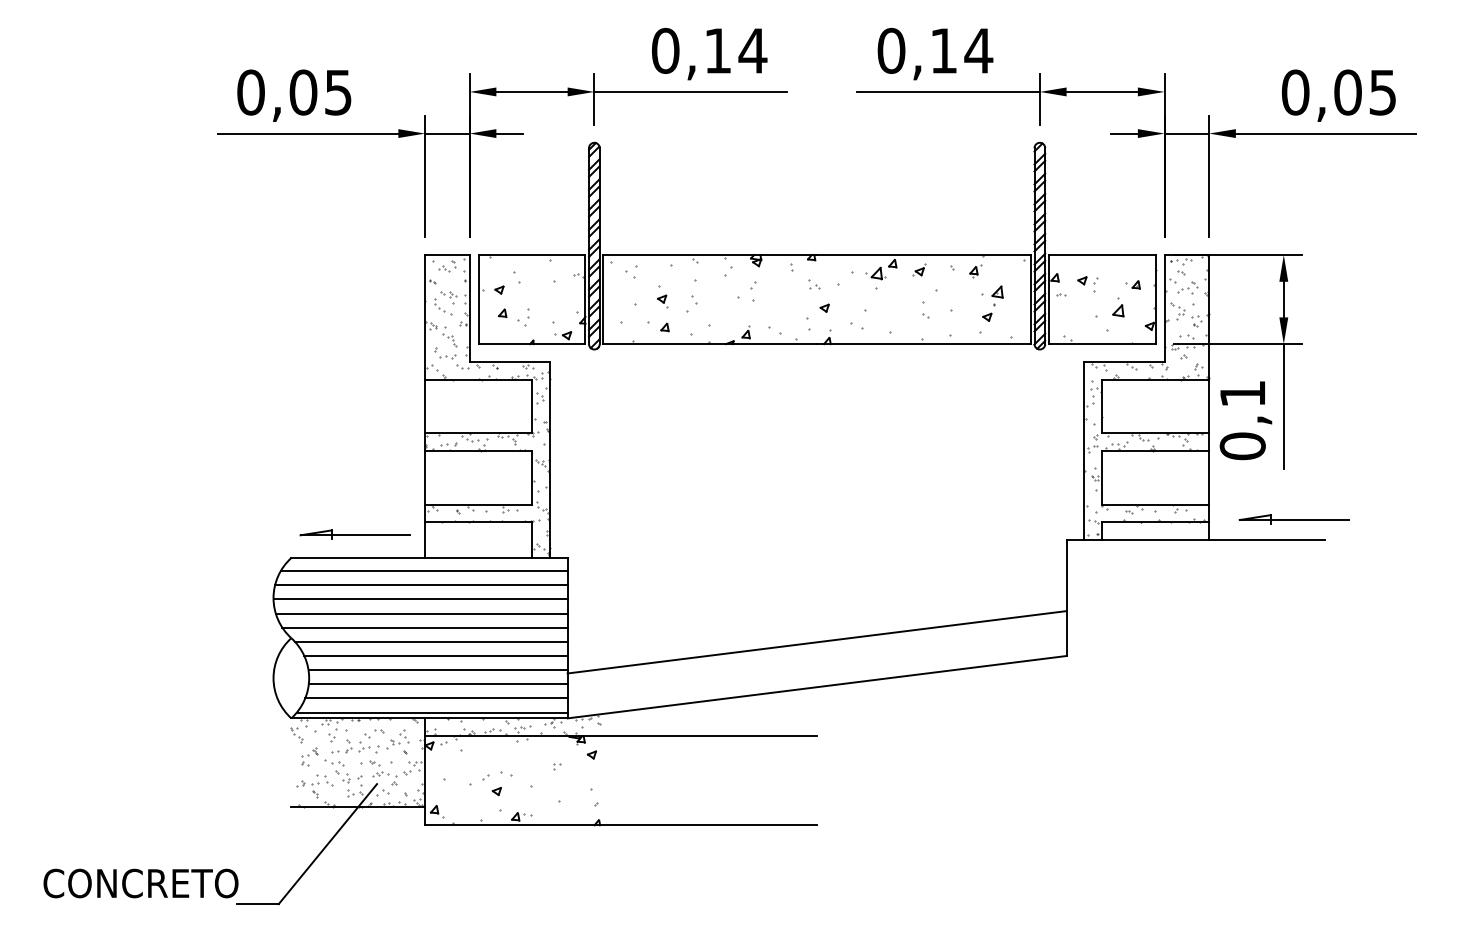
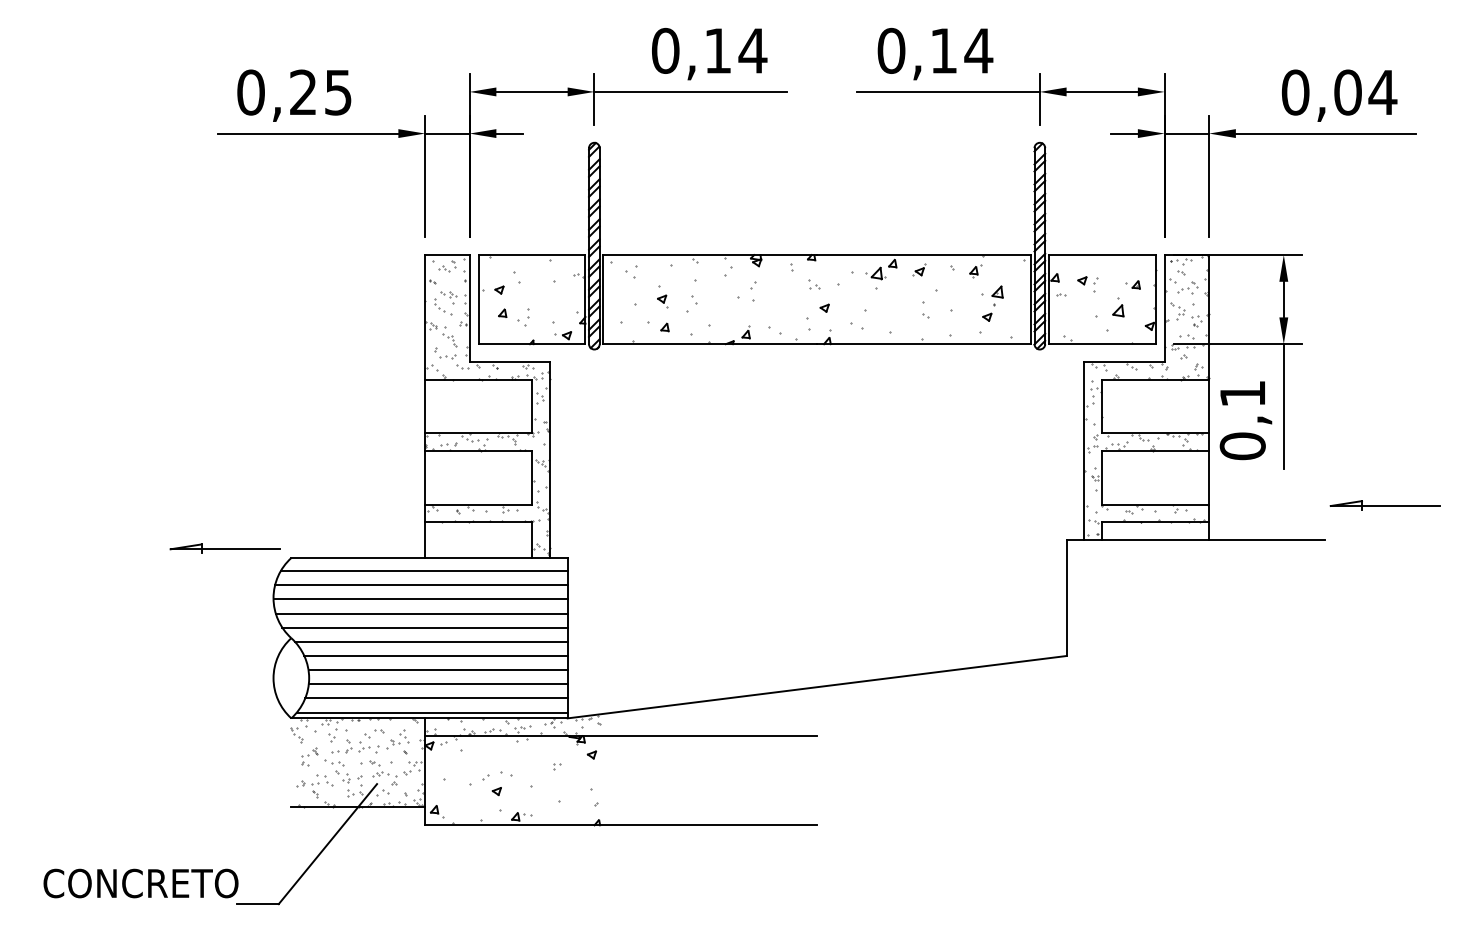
text at (303, 92): 0,05 -> 0,25
text at (1382, 92): 0,05 -> 0,04
part at (1293, 519) position: (1293, 519) -> (1384, 505)
part at (354, 534) position: (354, 534) -> (224, 548)
line at (816, 642): present -> none
